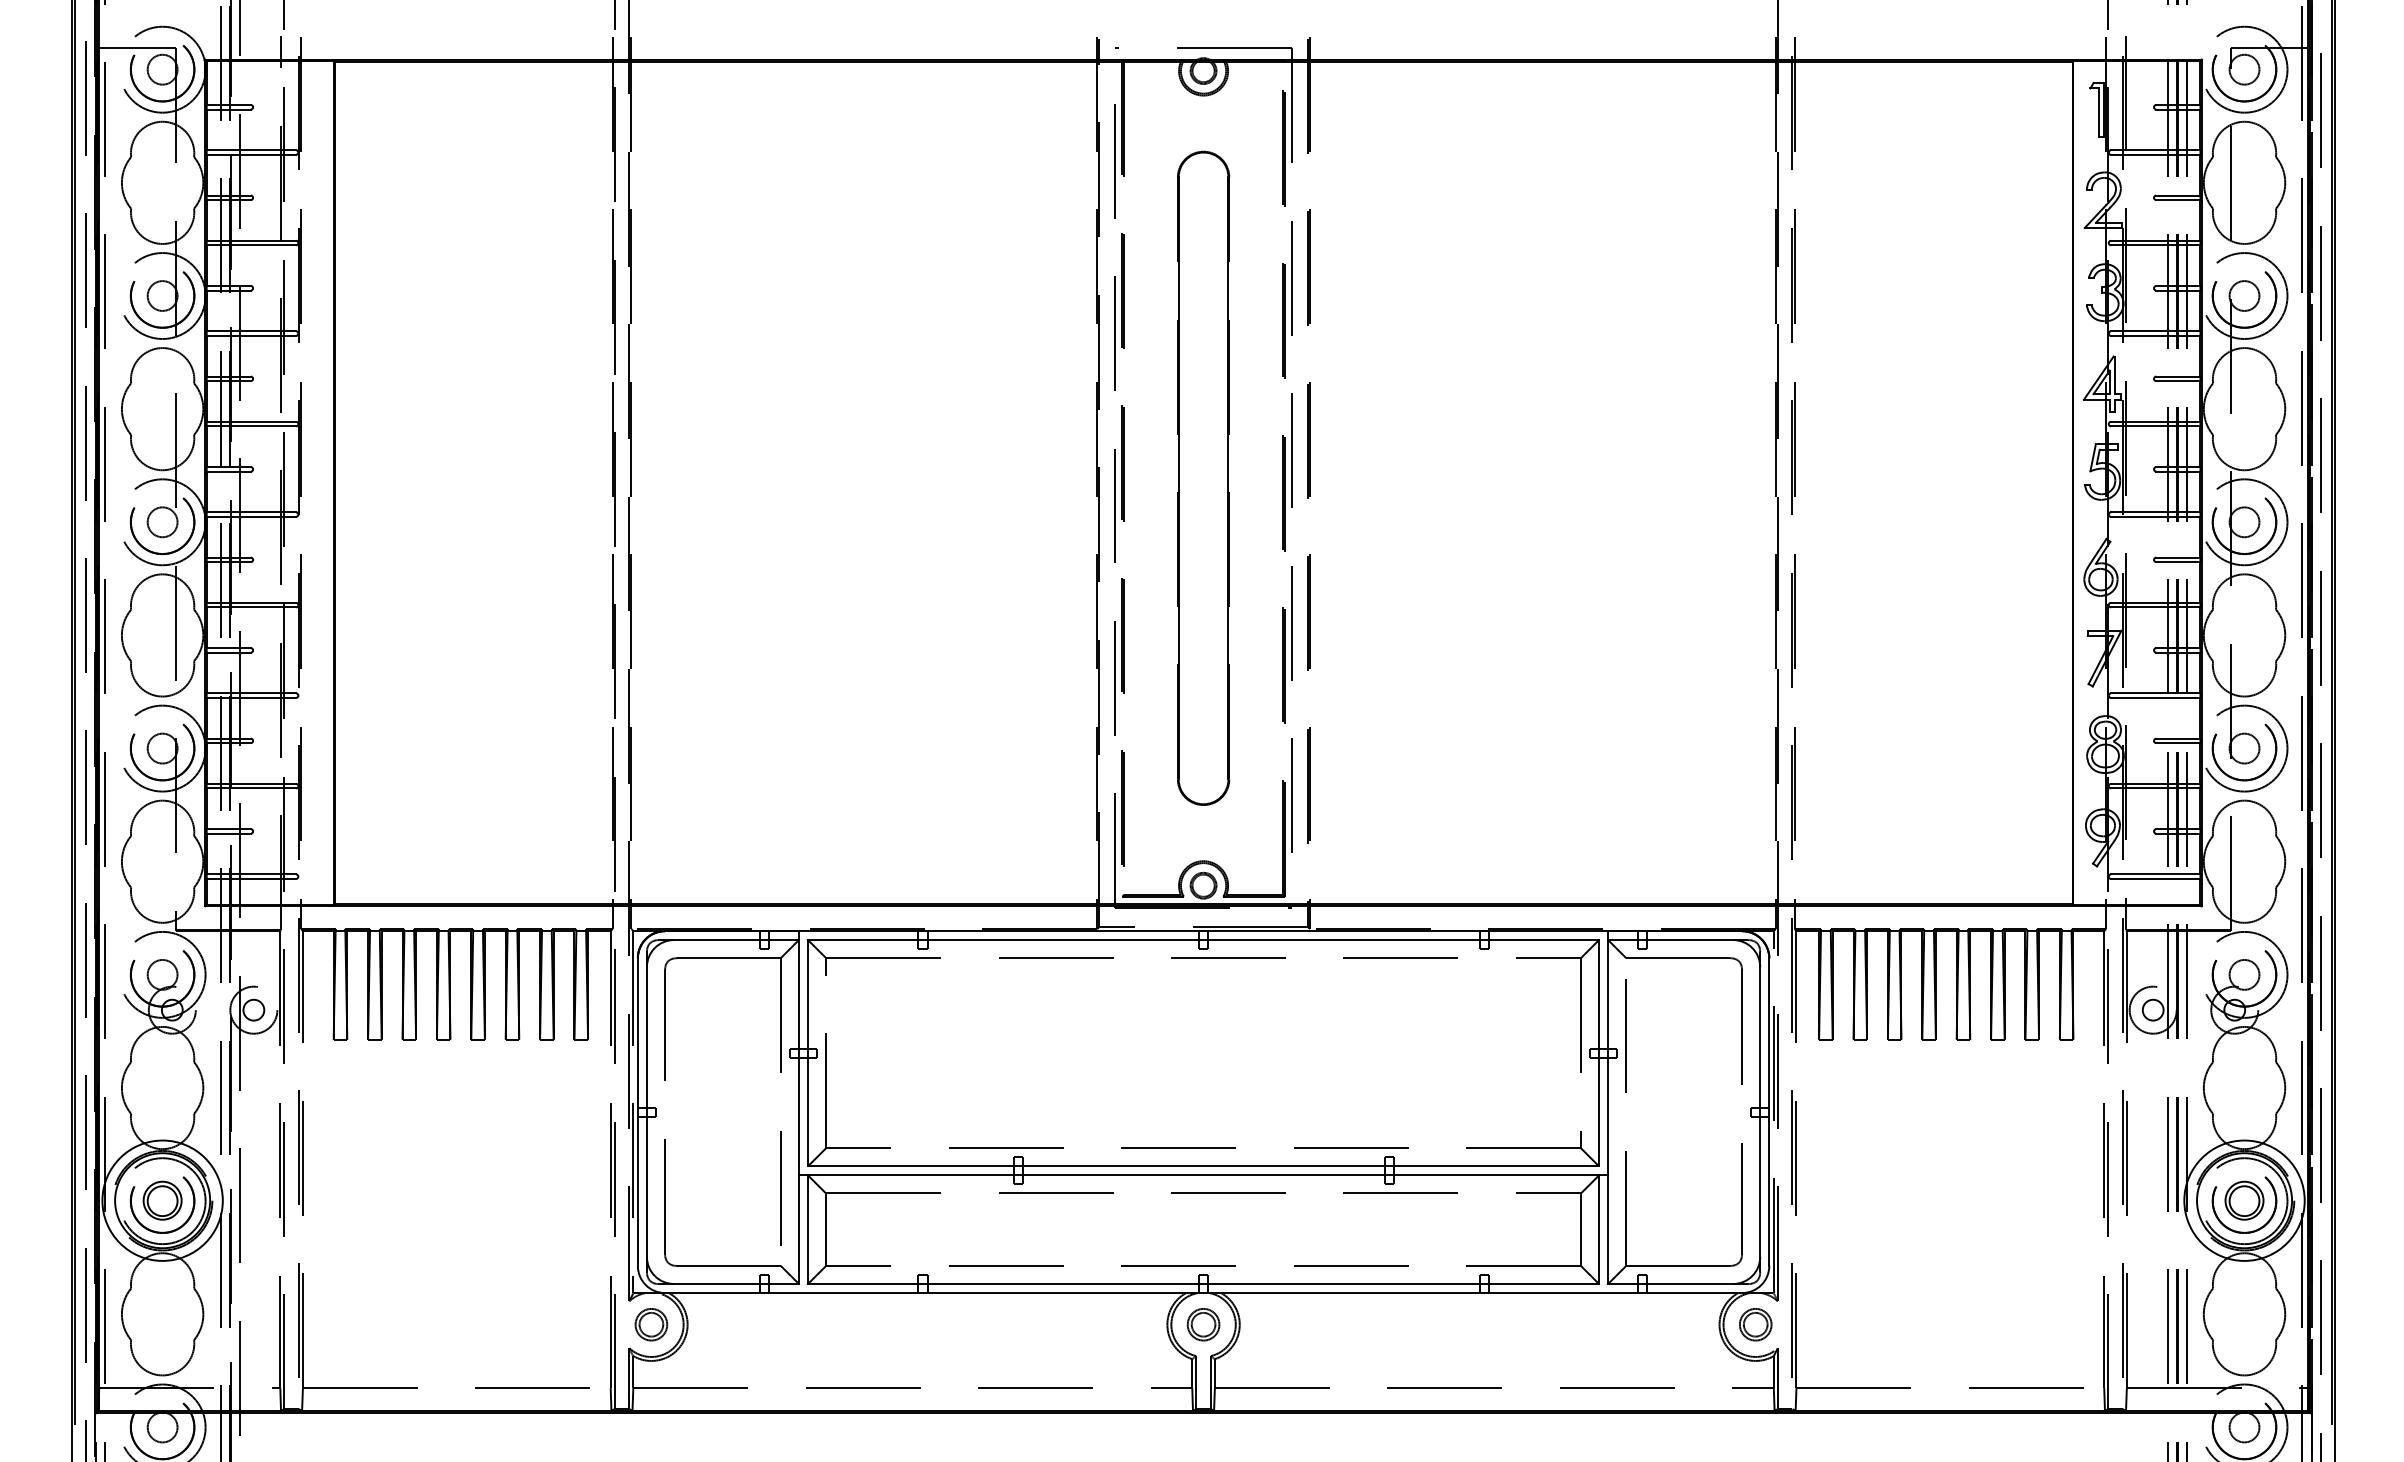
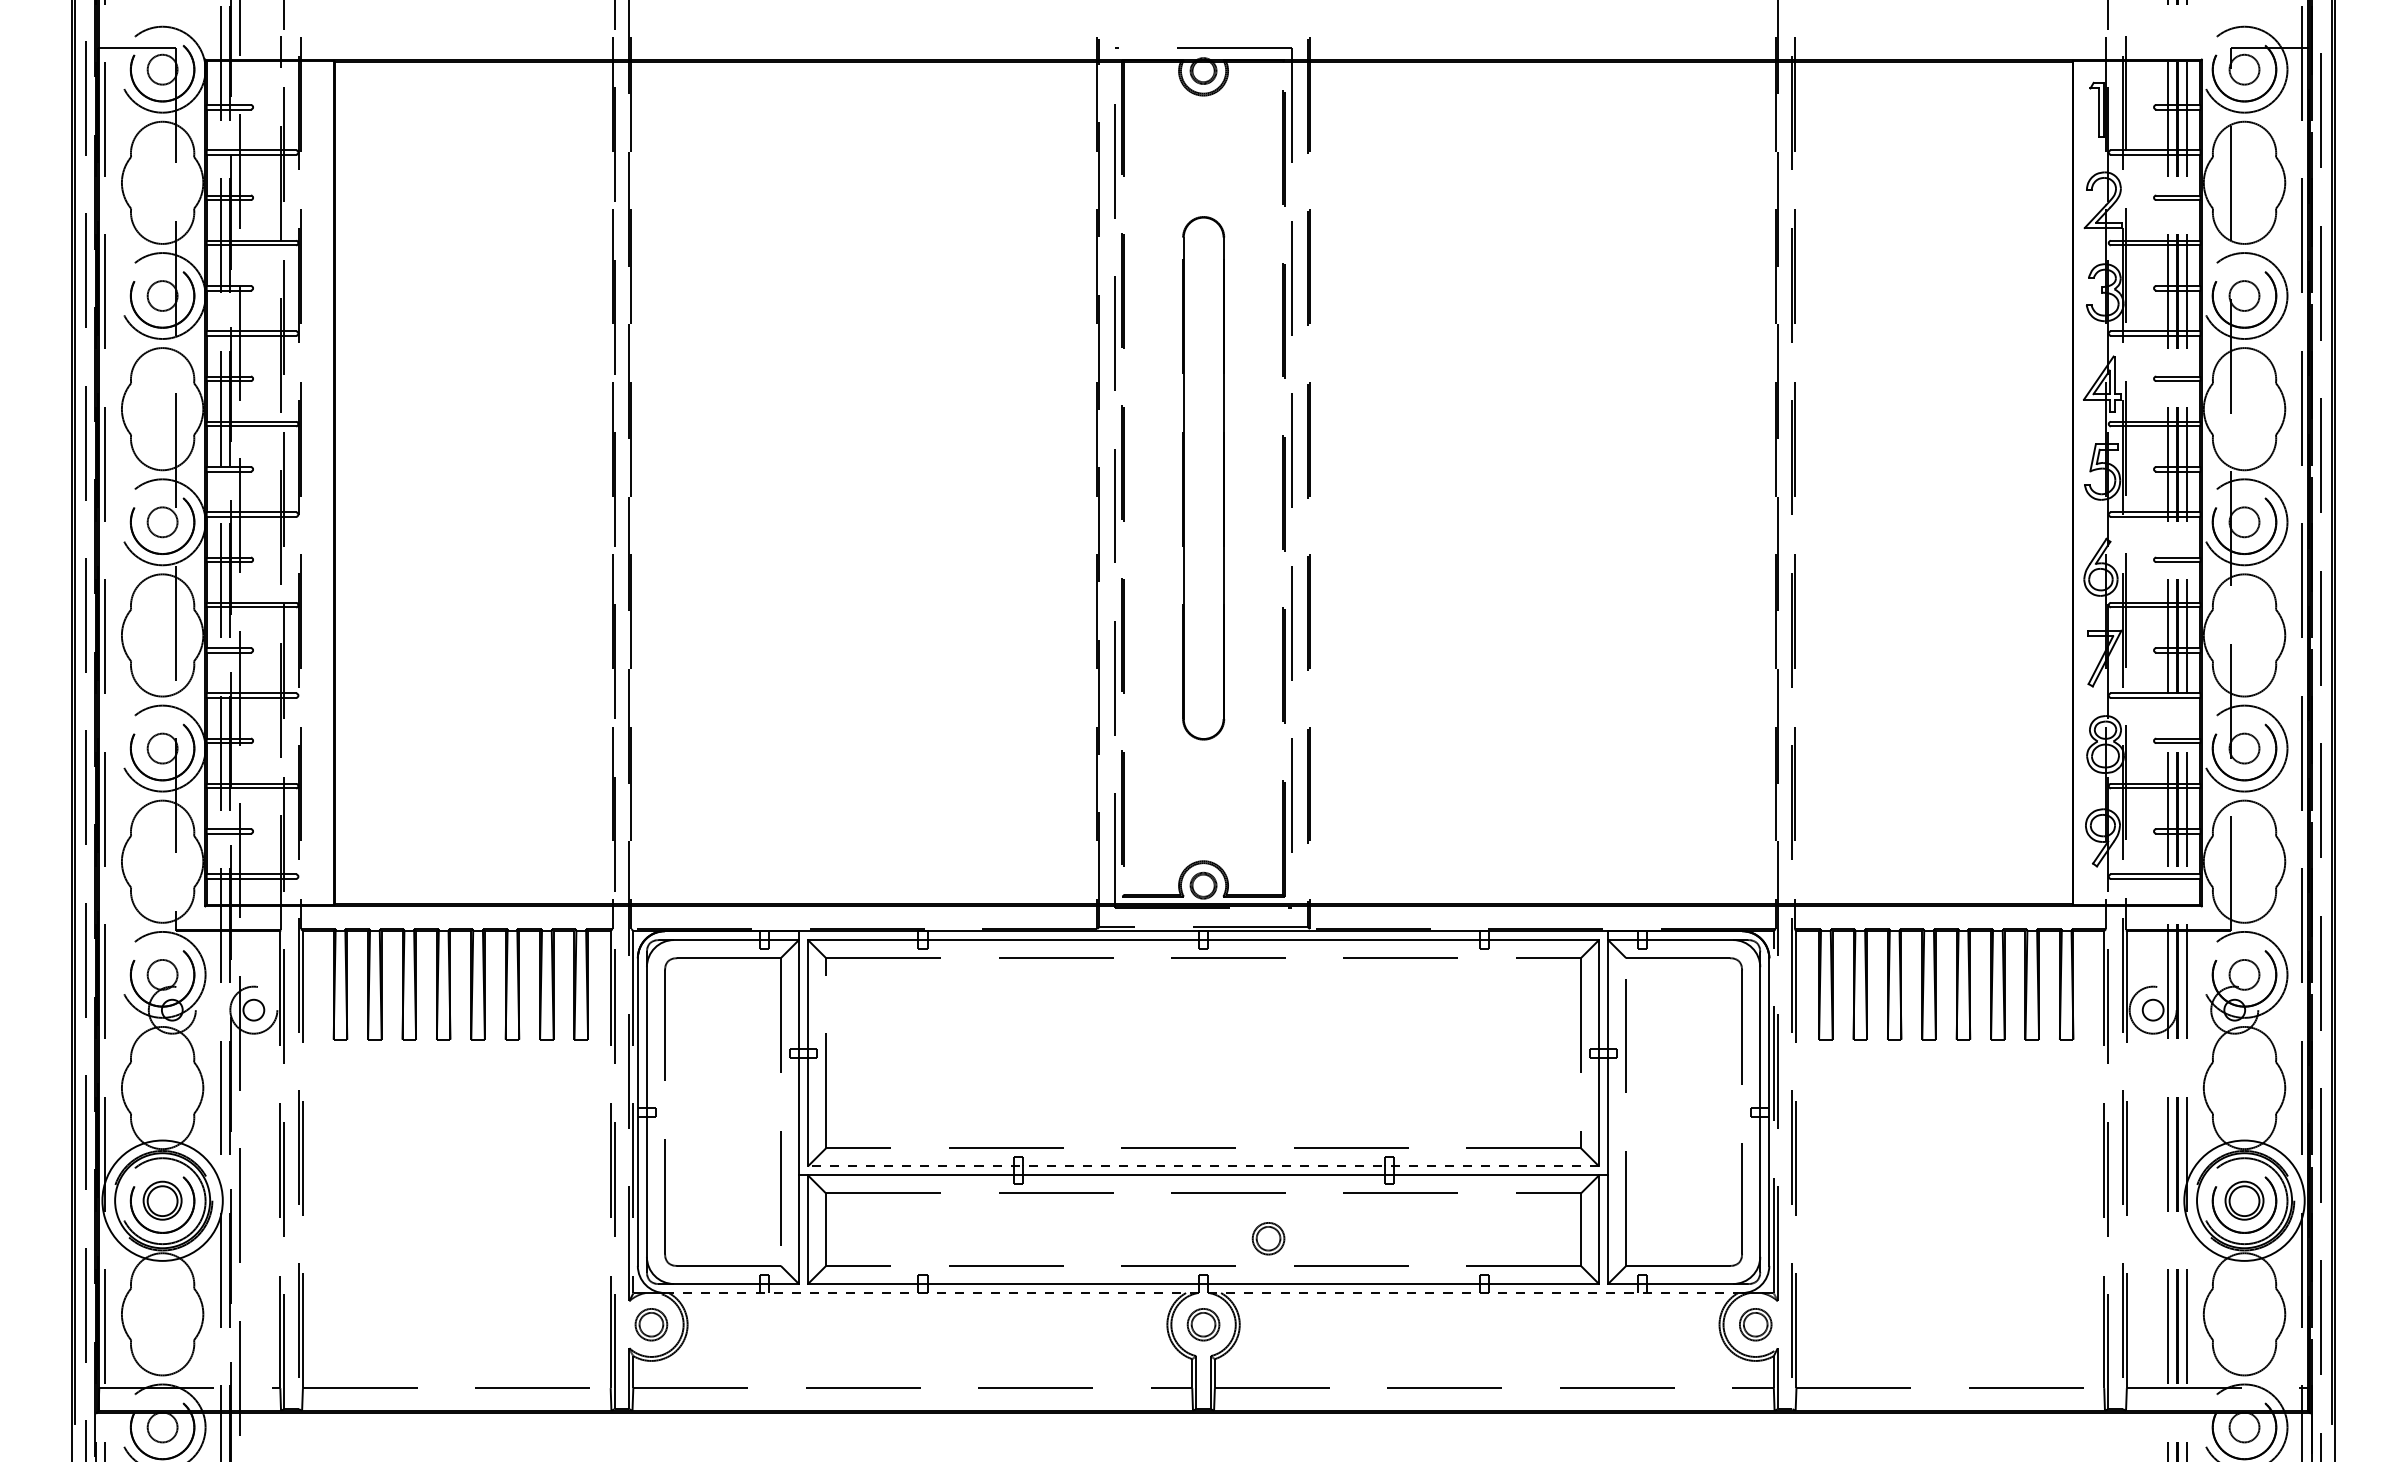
part at (1203, 477) size: 54x656 px -> 44x525 px
line at (1203, 1166): solid -> dashed
part at (1268, 1238): none -> present
line at (1203, 1293): solid -> dashed
